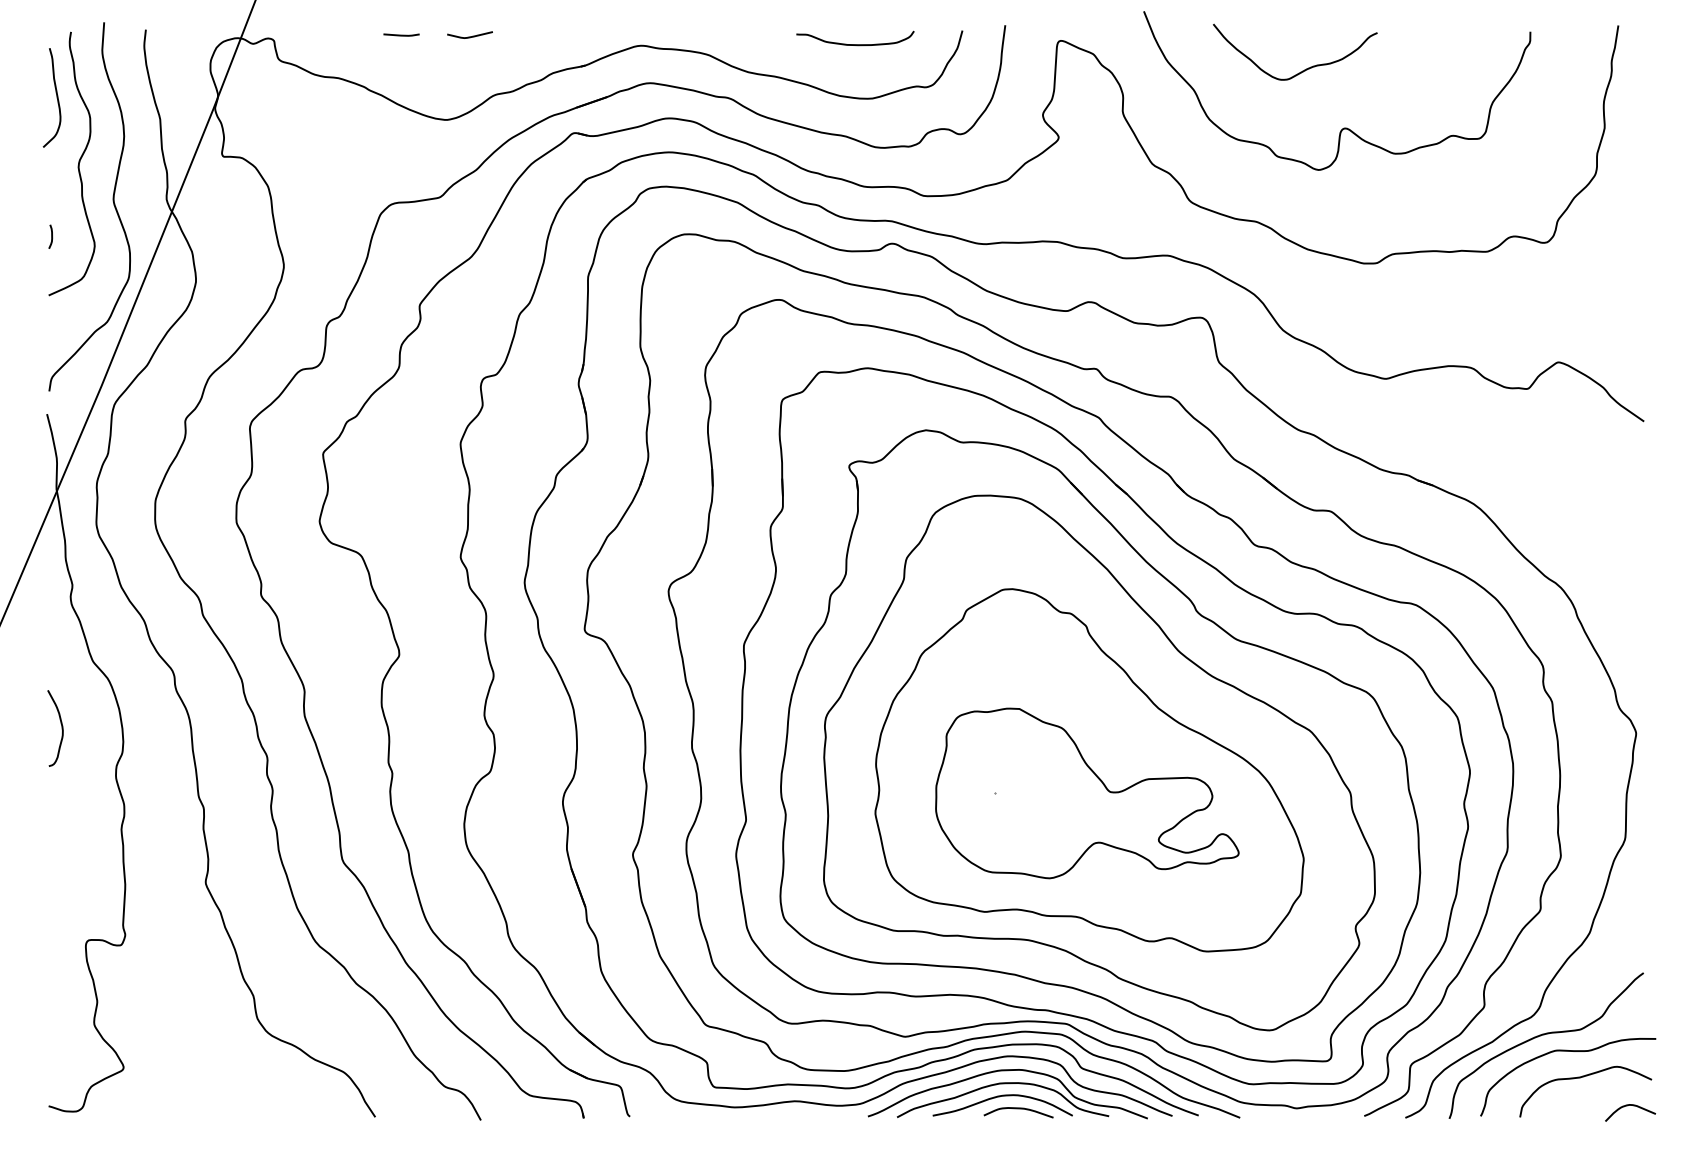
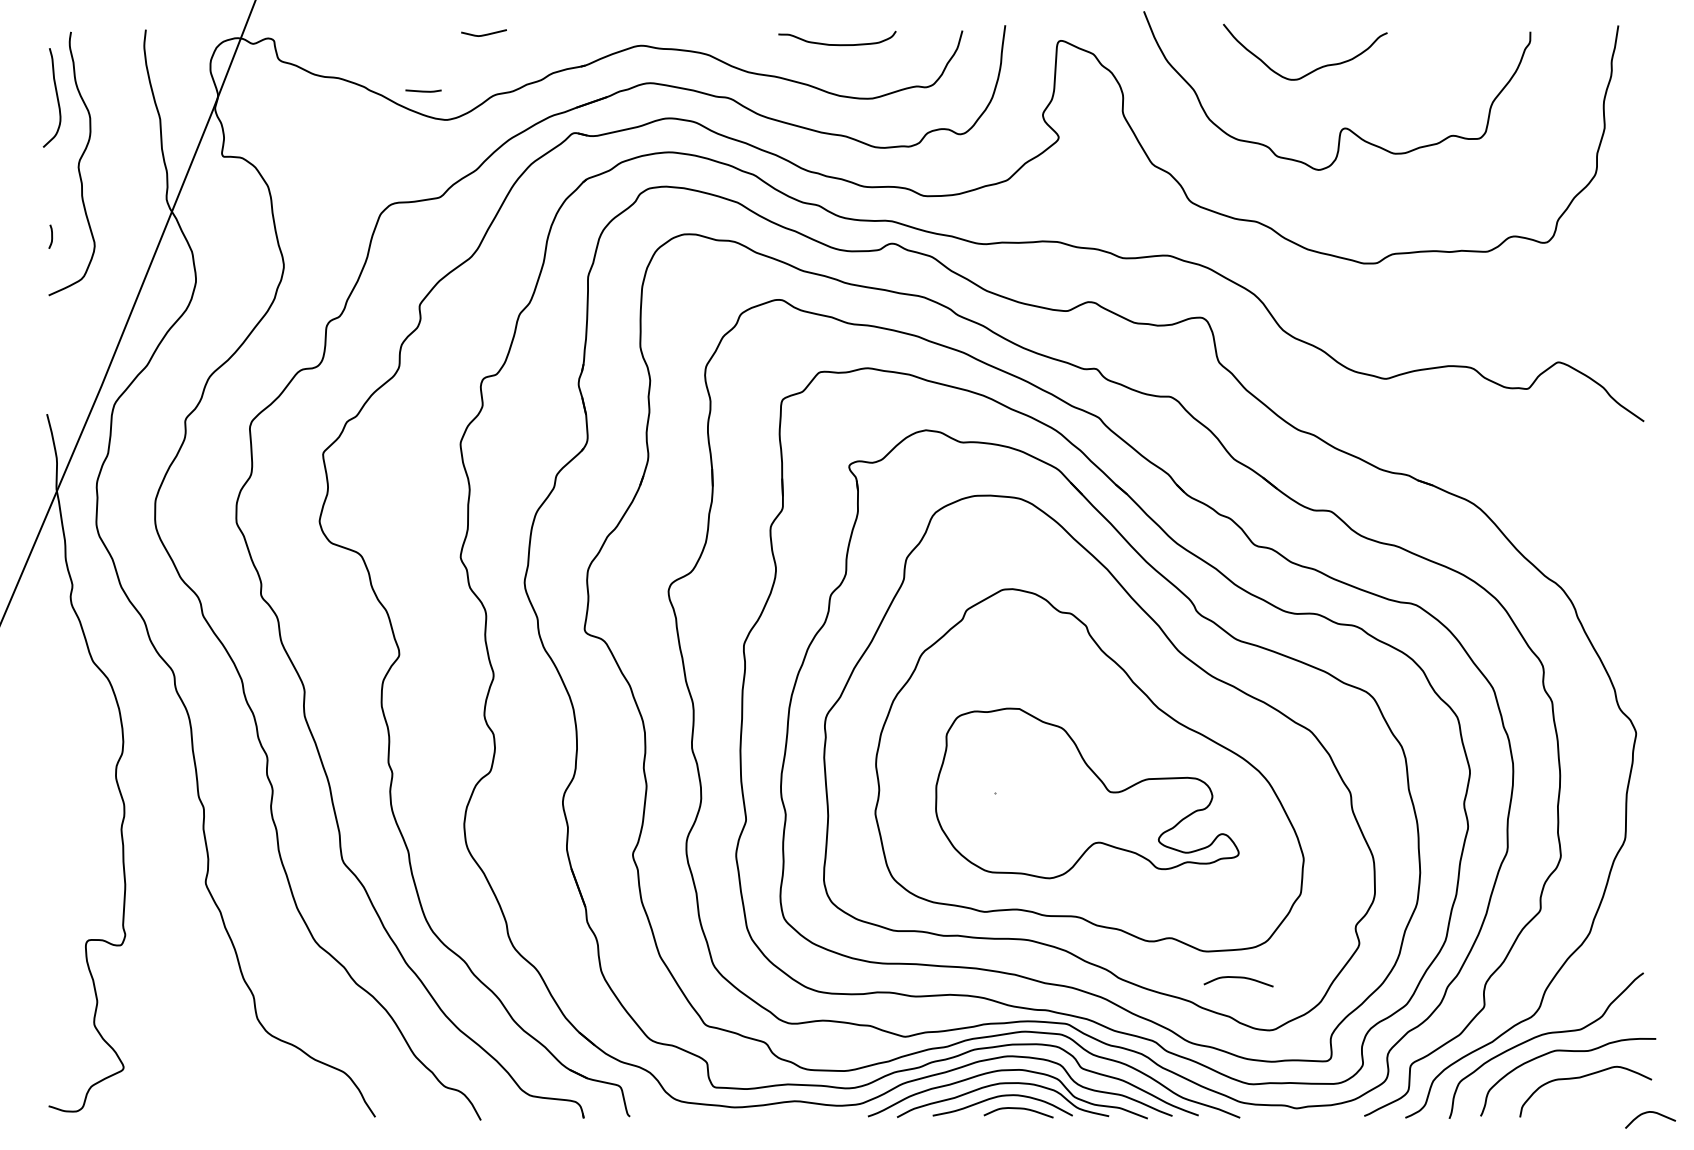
line at (401, 34) position: (401, 34) -> (423, 90)
curve at (469, 36) position: (469, 36) -> (483, 34)
curve at (855, 44) position: (855, 44) -> (837, 44)
curve at (1304, 69) position: (1304, 69) -> (1314, 69)
curve at (112, 201): present -> none
curve at (61, 728): present -> none
curve at (1238, 978): none -> present
curve at (1627, 1106) position: (1627, 1106) -> (1647, 1113)
